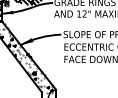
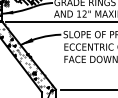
line at (59, 21): none -> present
line at (87, 89): none -> present
